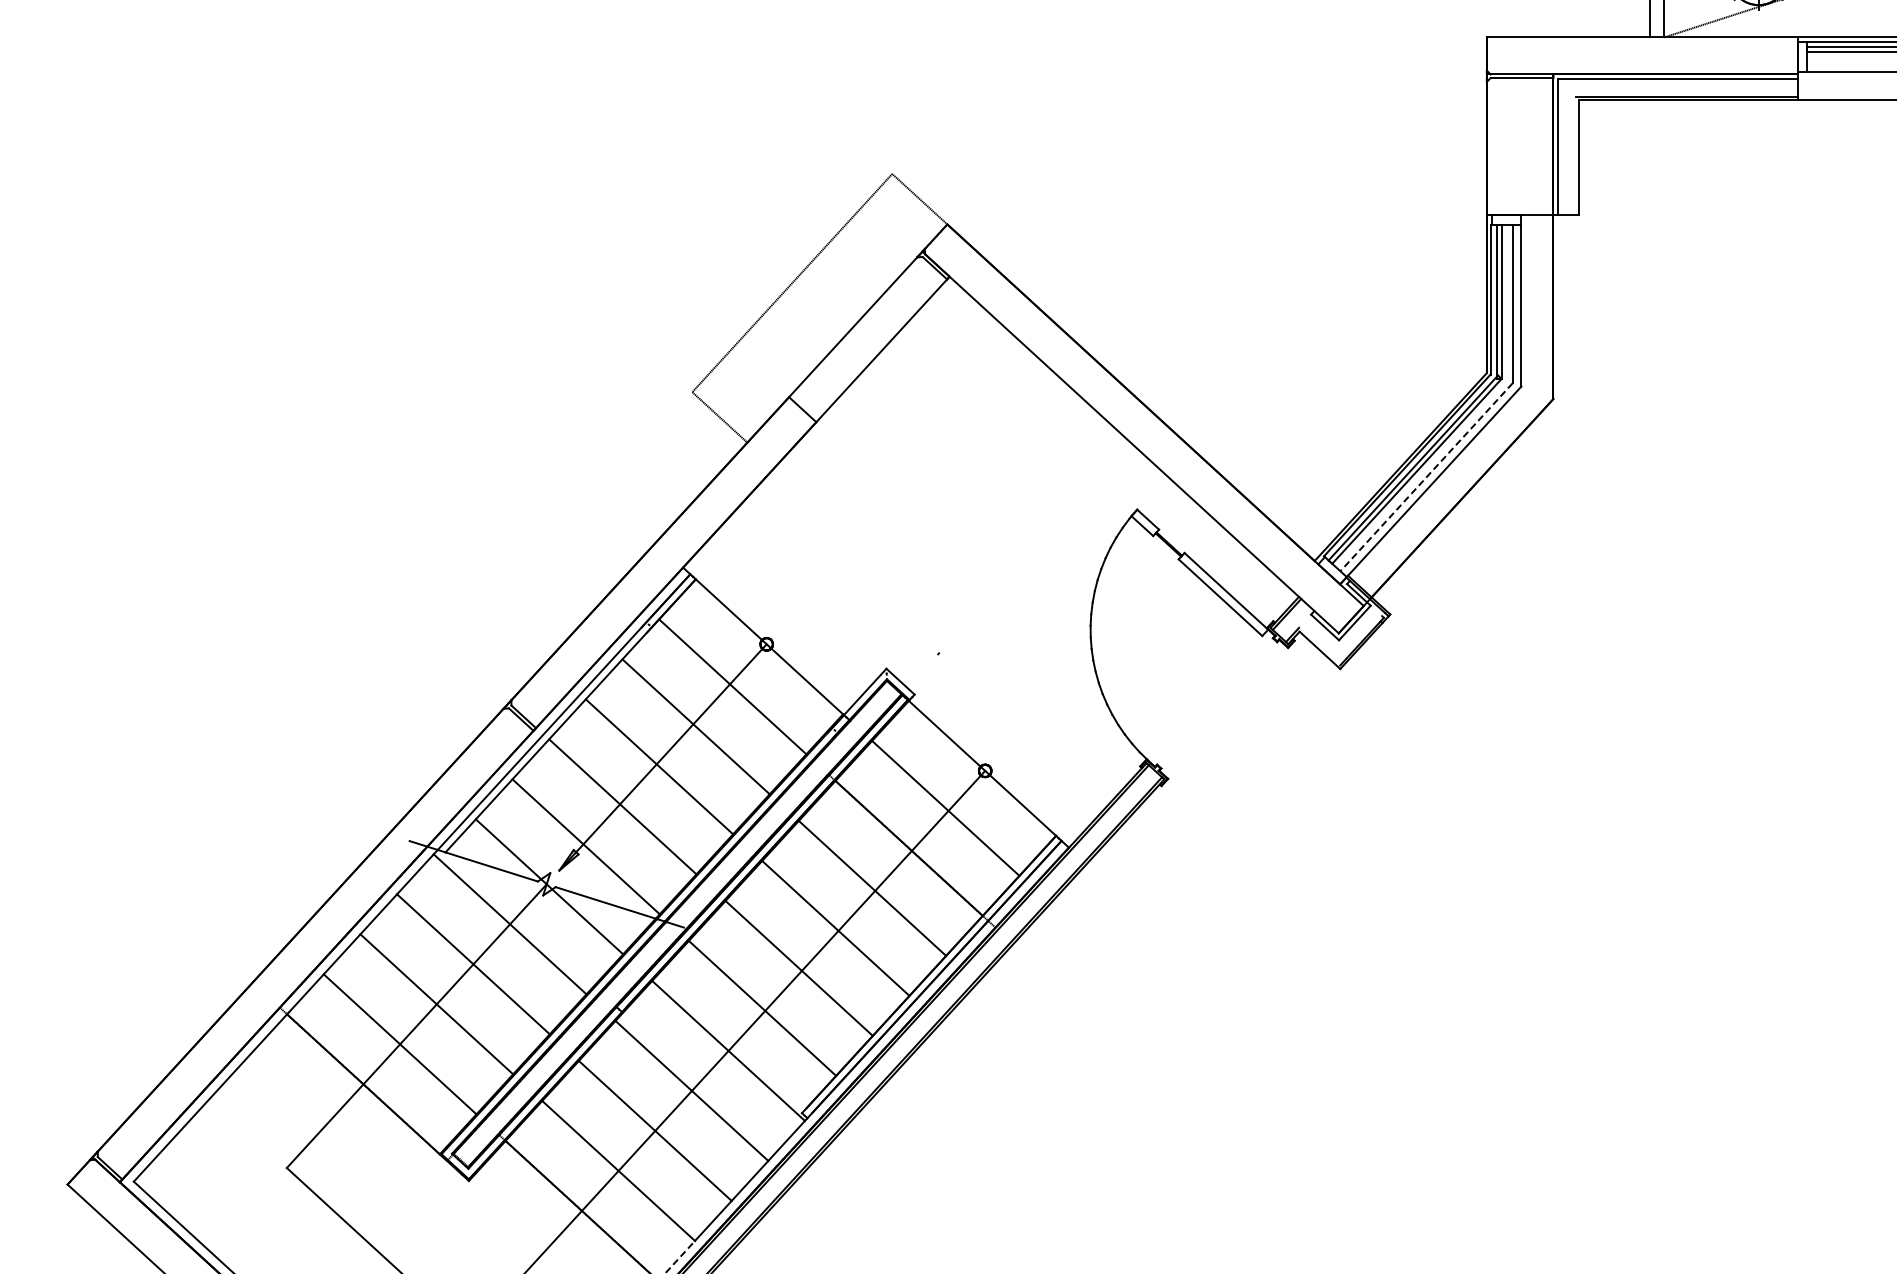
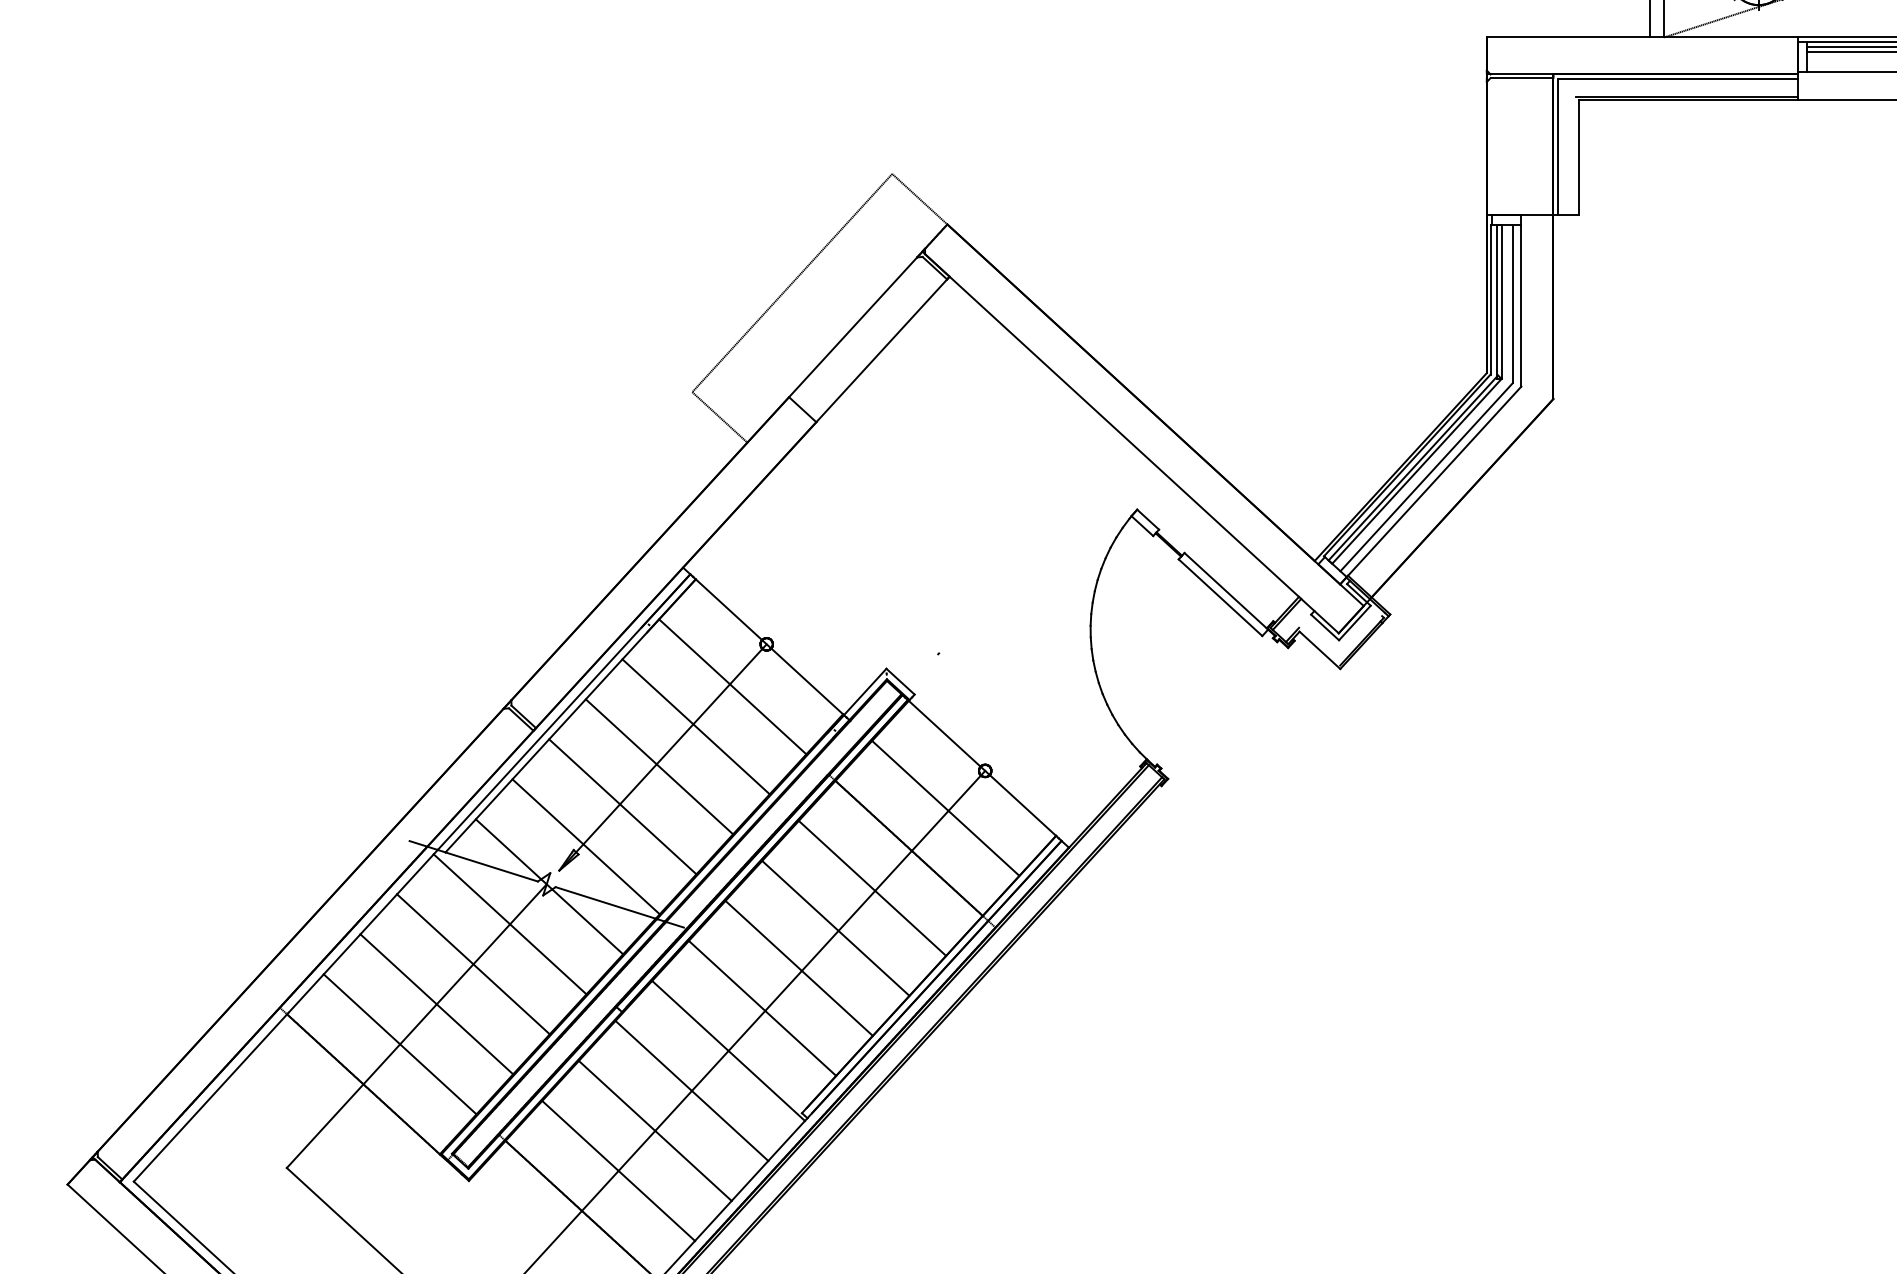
line at (1426, 477): dashed -> solid
line at (680, 1256): dashed -> solid
